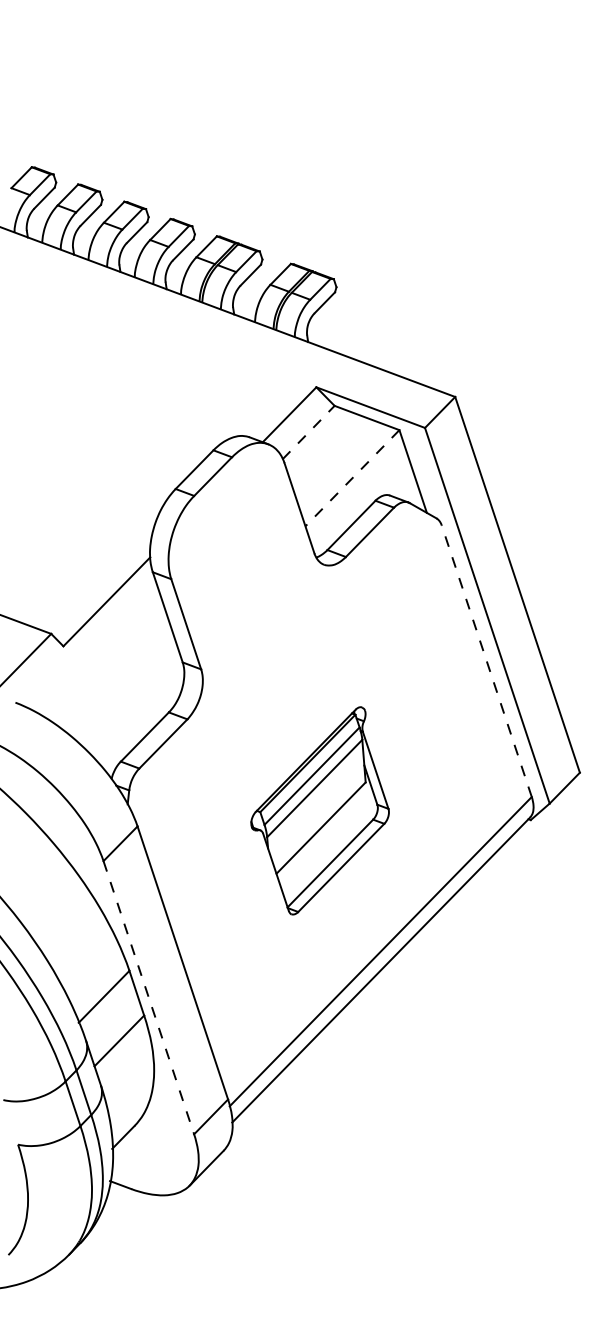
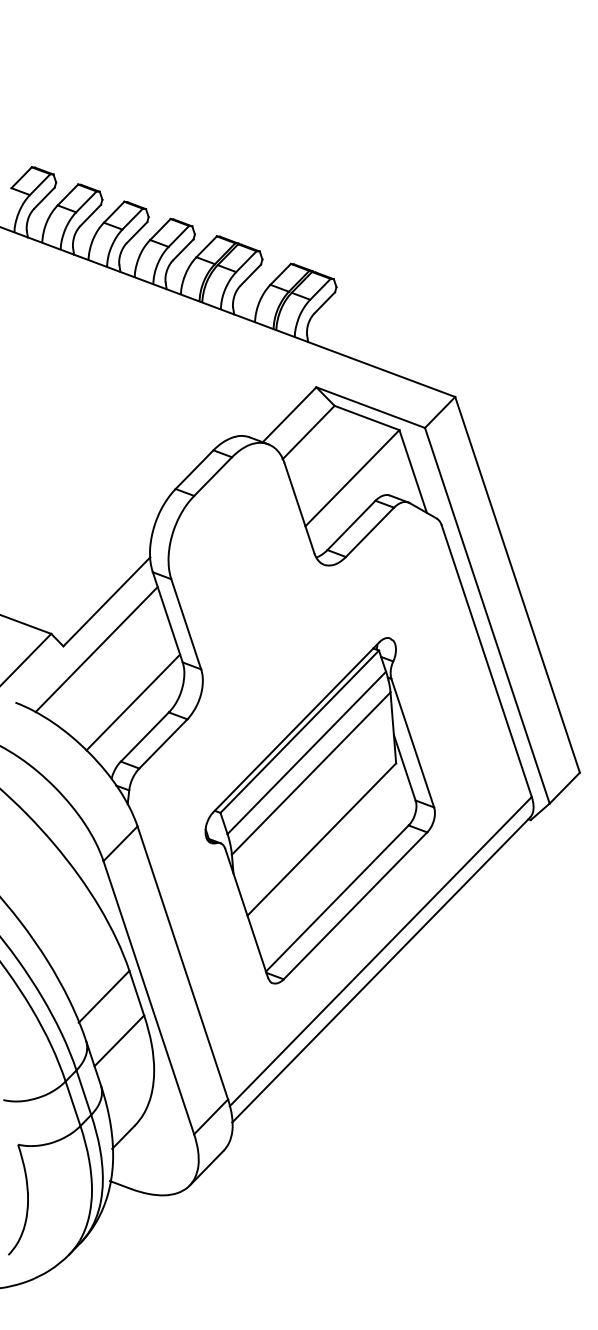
line at (309, 432): dashed -> solid
line at (352, 478): dashed -> solid
line at (96, 649): none -> present
line at (486, 660): dashed -> solid
line at (133, 702): none -> present
part at (319, 810) size: 140x210 px -> 232x348 px
line at (148, 997): dashed -> solid
